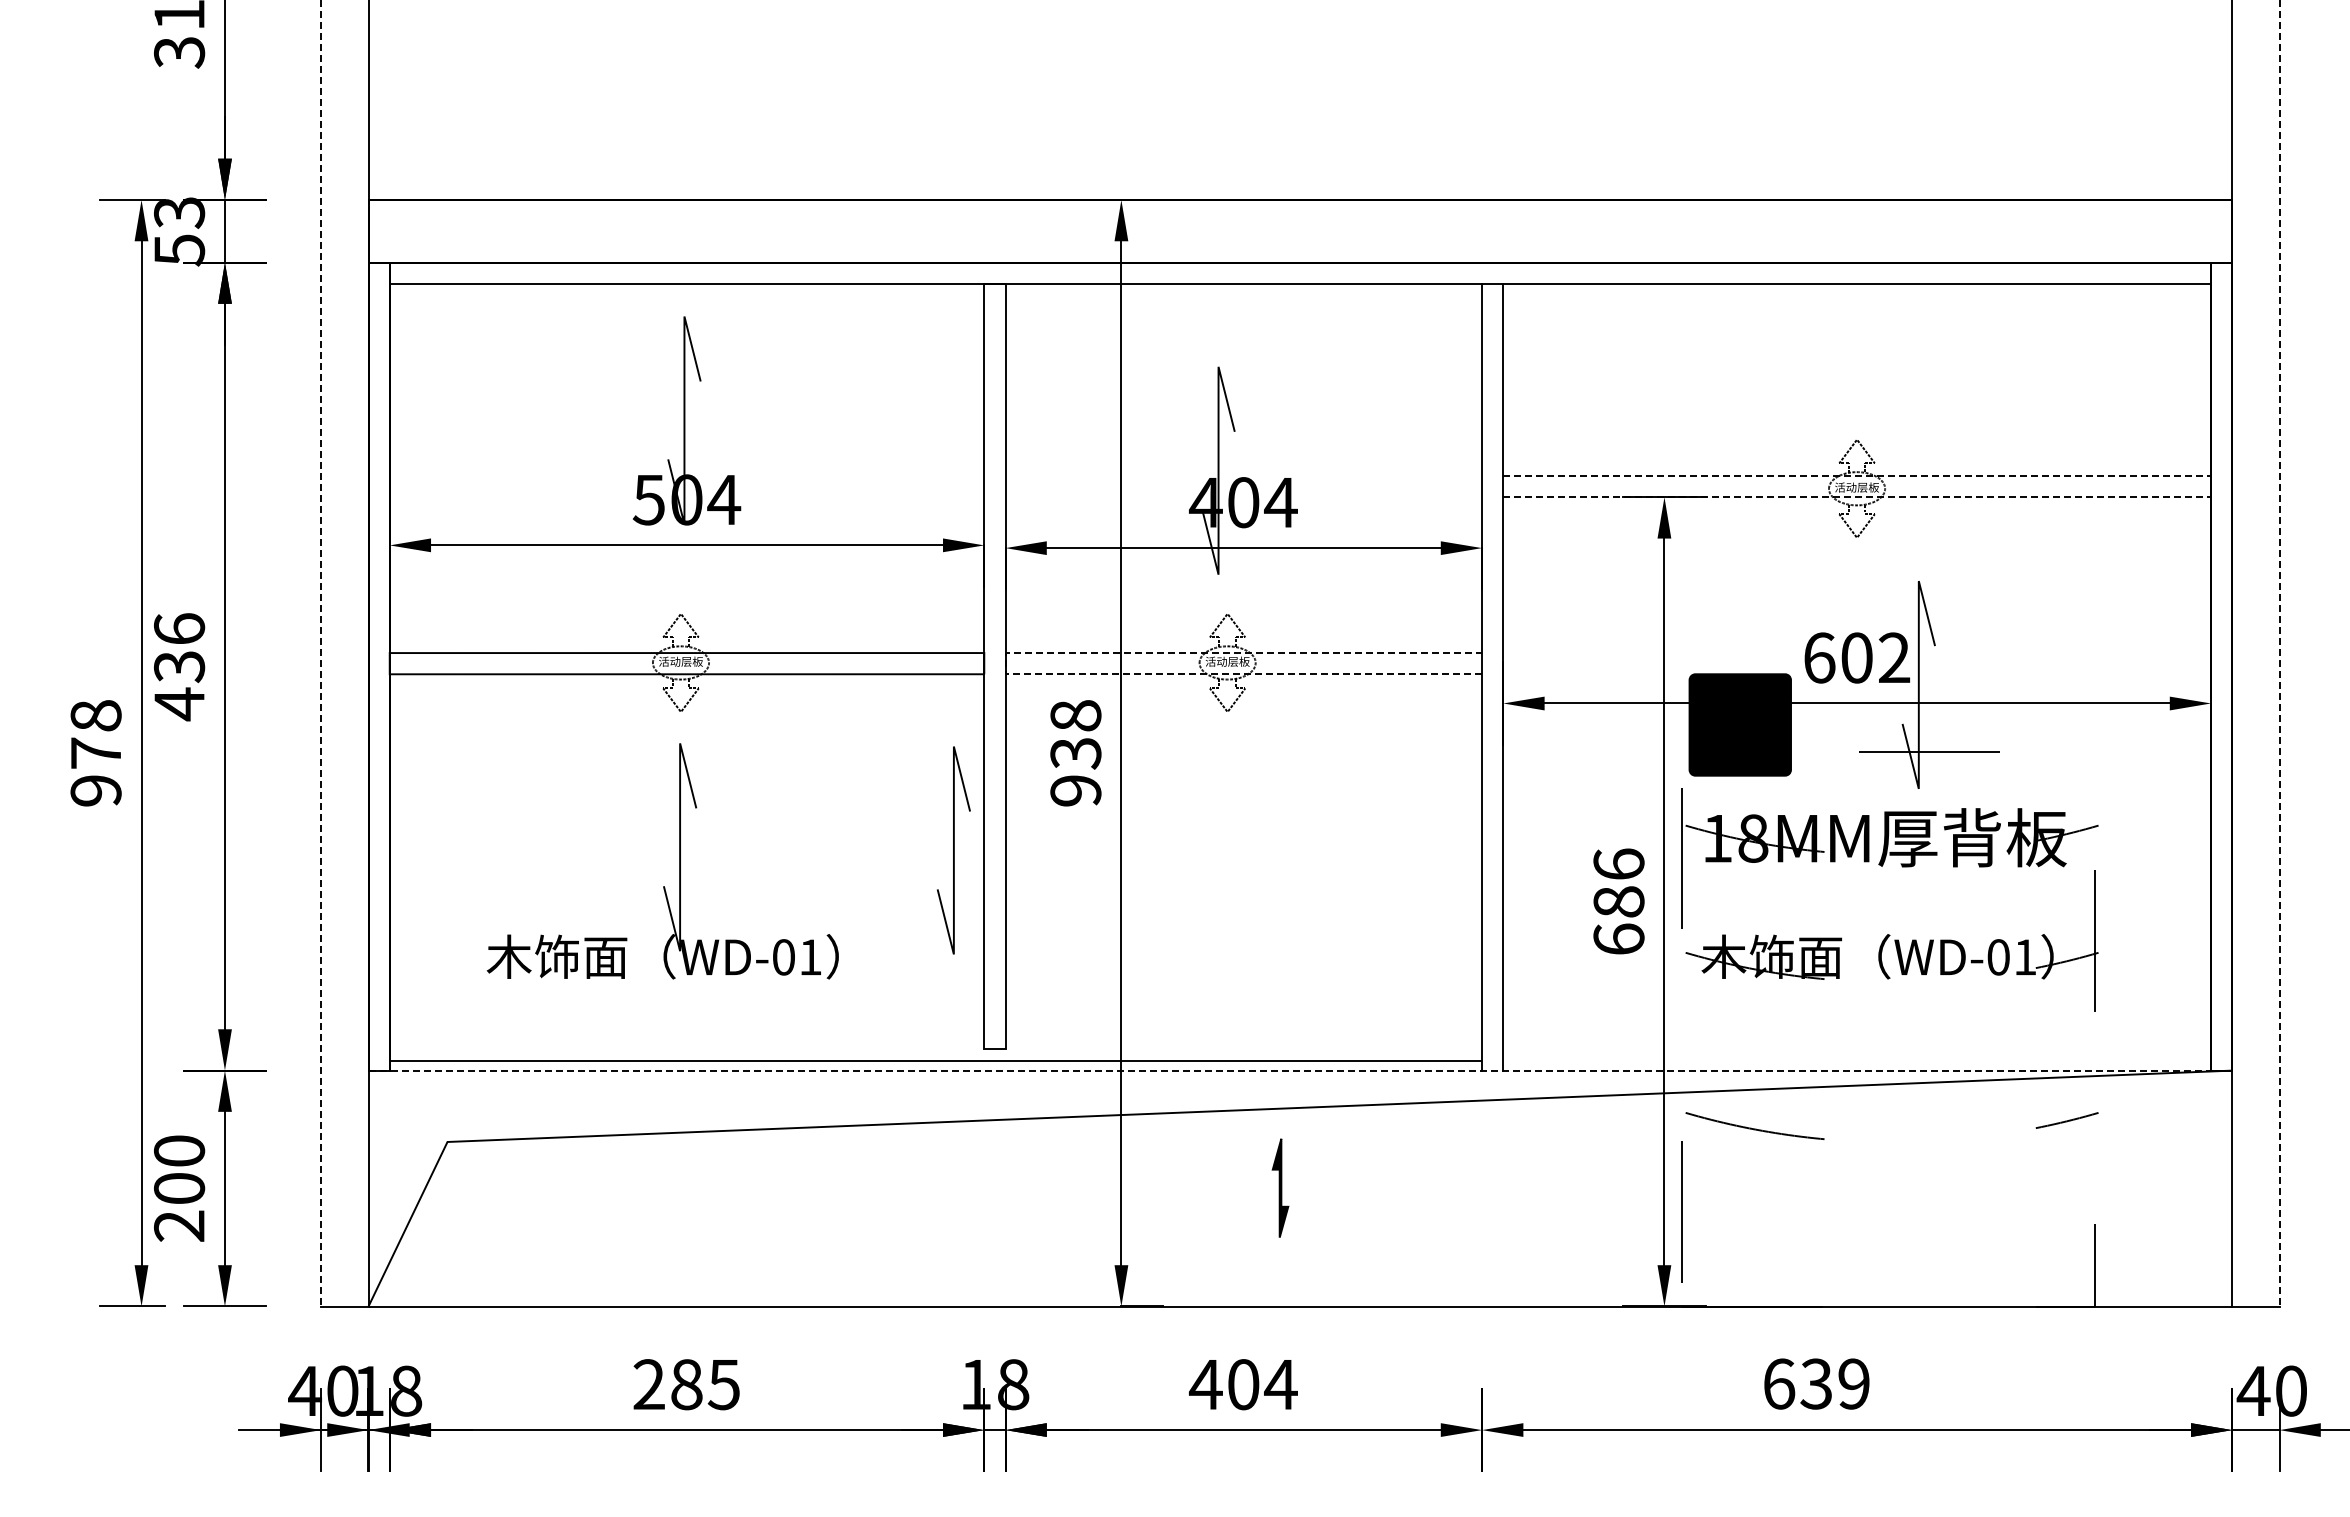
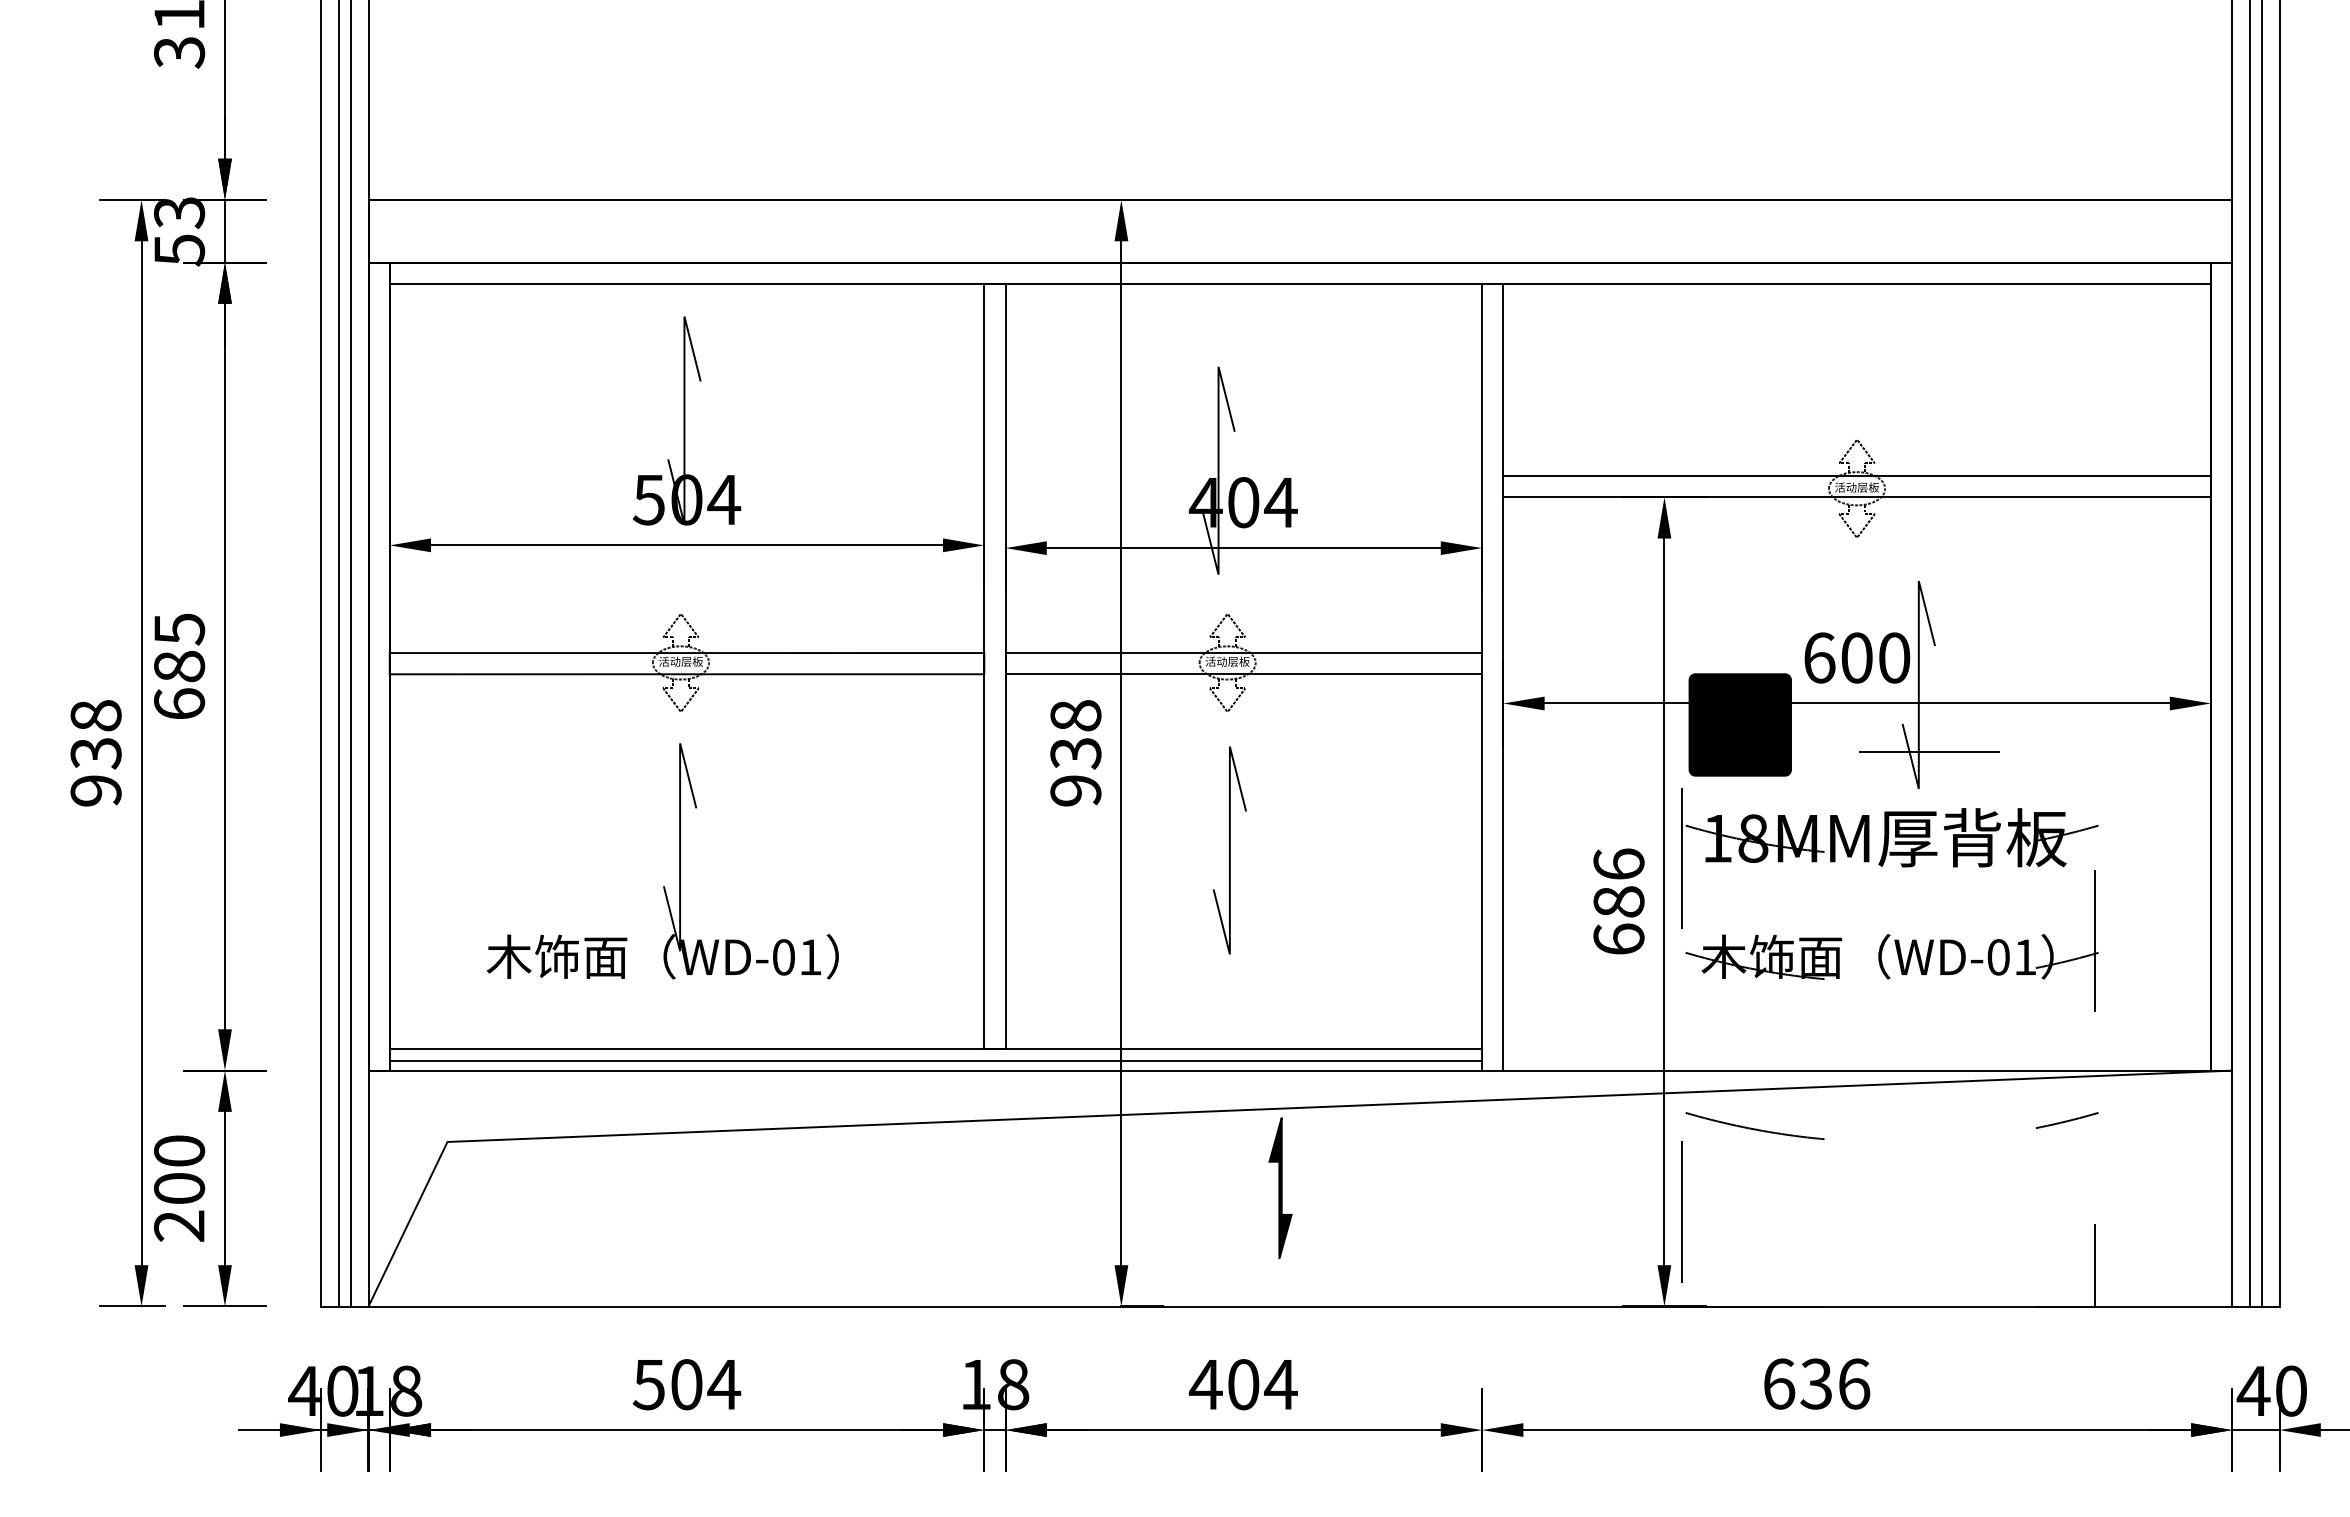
line at (2211, 486): dashed -> solid
line at (321, 653): dashed -> solid
line at (2279, 653): dashed -> solid
line at (339, 654): none -> present
line at (350, 654): none -> present
line at (2250, 654): none -> present
line at (2261, 654): none -> present
text at (1894, 657): 602 -> 600
line at (1005, 663): dashed -> solid
text at (179, 667): 436 -> 685
text at (95, 753): 978 -> 938
line at (953, 850) position: (953, 850) -> (1229, 850)
line at (935, 1049): none -> present
line at (1300, 1070): dashed -> solid
part at (1280, 1187) size: 19x100 px -> 25x142 px
text at (1854, 1383): 639 -> 636
text at (686, 1384): 285 -> 504
